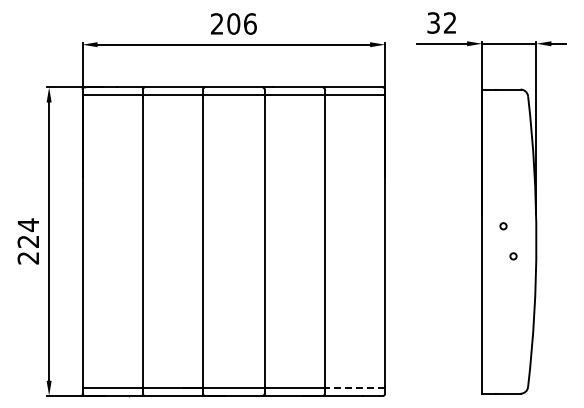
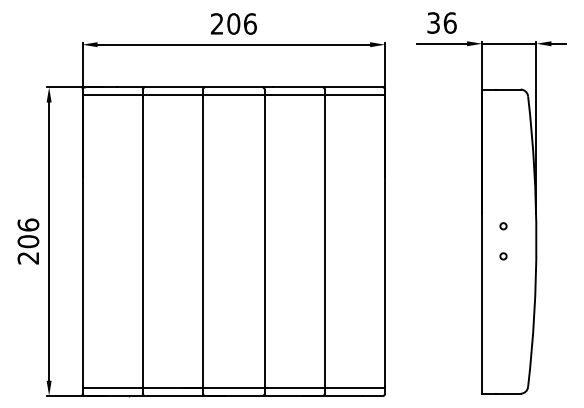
text at (449, 22): 32 -> 36
text at (28, 233): 224 -> 206
circle at (513, 256) position: (513, 256) -> (503, 256)
line at (354, 388): dashed -> solid
